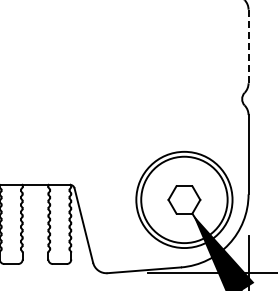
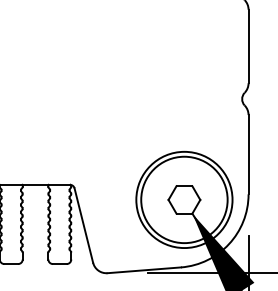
line at (248, 46): dashed -> solid
